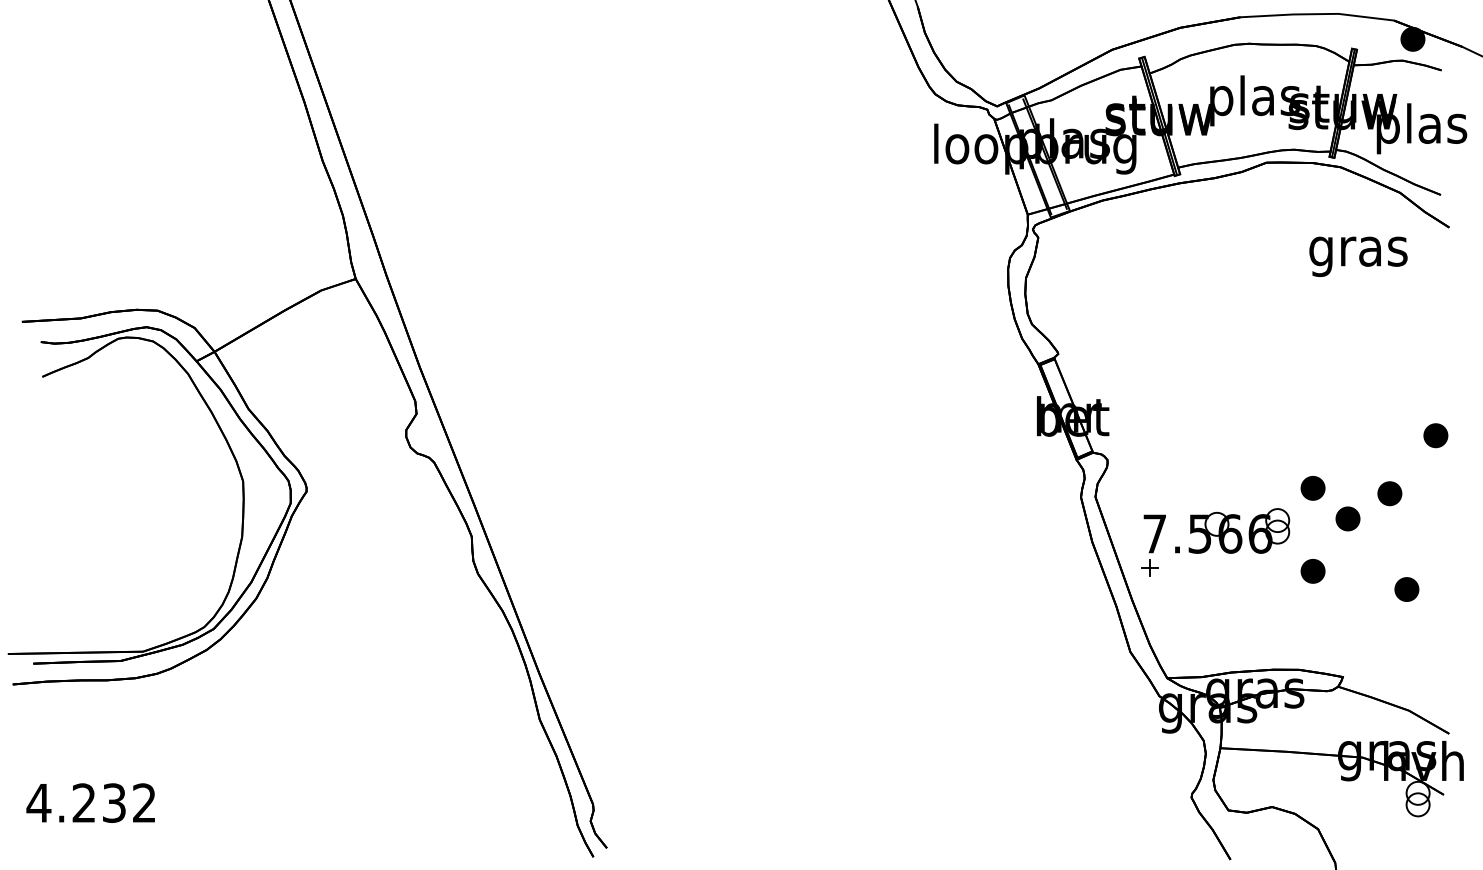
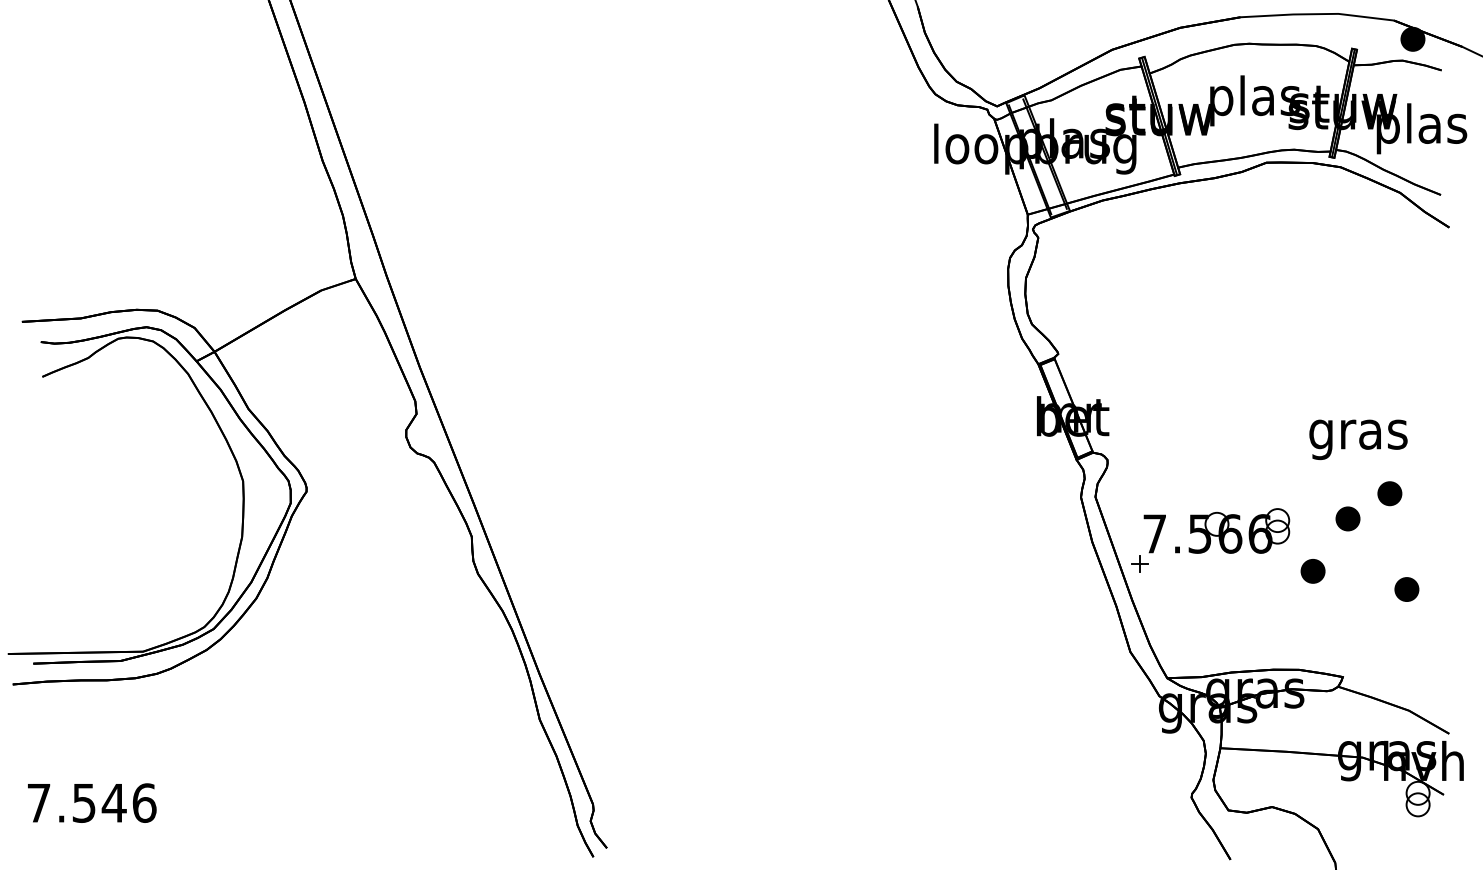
text at (1358, 256) position: (1358, 256) -> (1358, 439)
part at (1435, 435): present -> none
part at (1312, 488): present -> none
part at (1149, 567) position: (1149, 567) -> (1139, 563)
text at (91, 802): 4.232 -> 7.546
